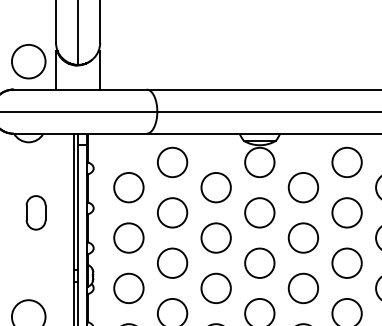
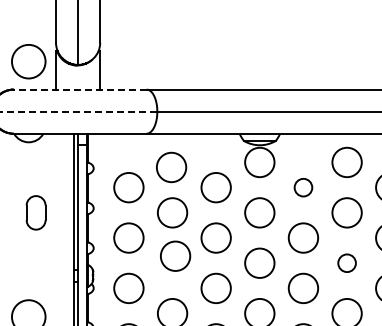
line at (79, 89): solid -> dashed
line at (78, 111): solid -> dashed
circle at (172, 162) position: (172, 162) -> (171, 167)
circle at (303, 187) diameter: 29 px -> 18 px
circle at (172, 262) position: (172, 262) -> (175, 255)
circle at (346, 262) diameter: 29 px -> 18 px
